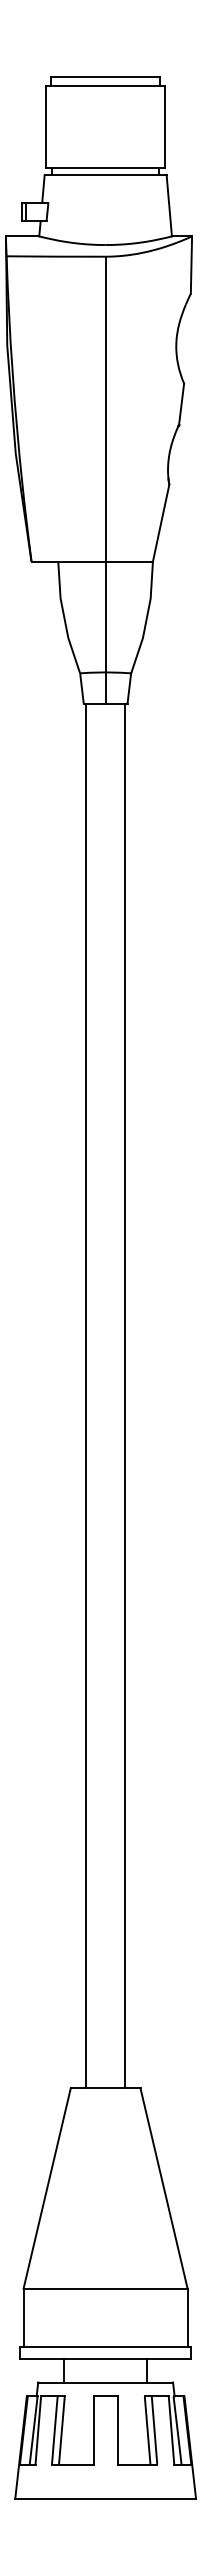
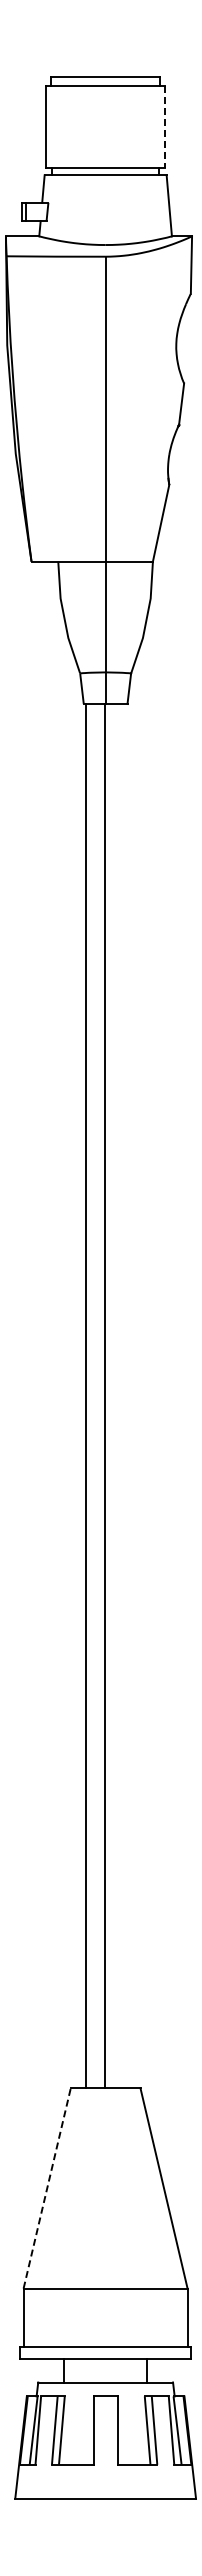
line at (165, 126): solid -> dashed
line at (124, 1396) position: (124, 1396) -> (104, 1396)
line at (47, 2188): solid -> dashed
